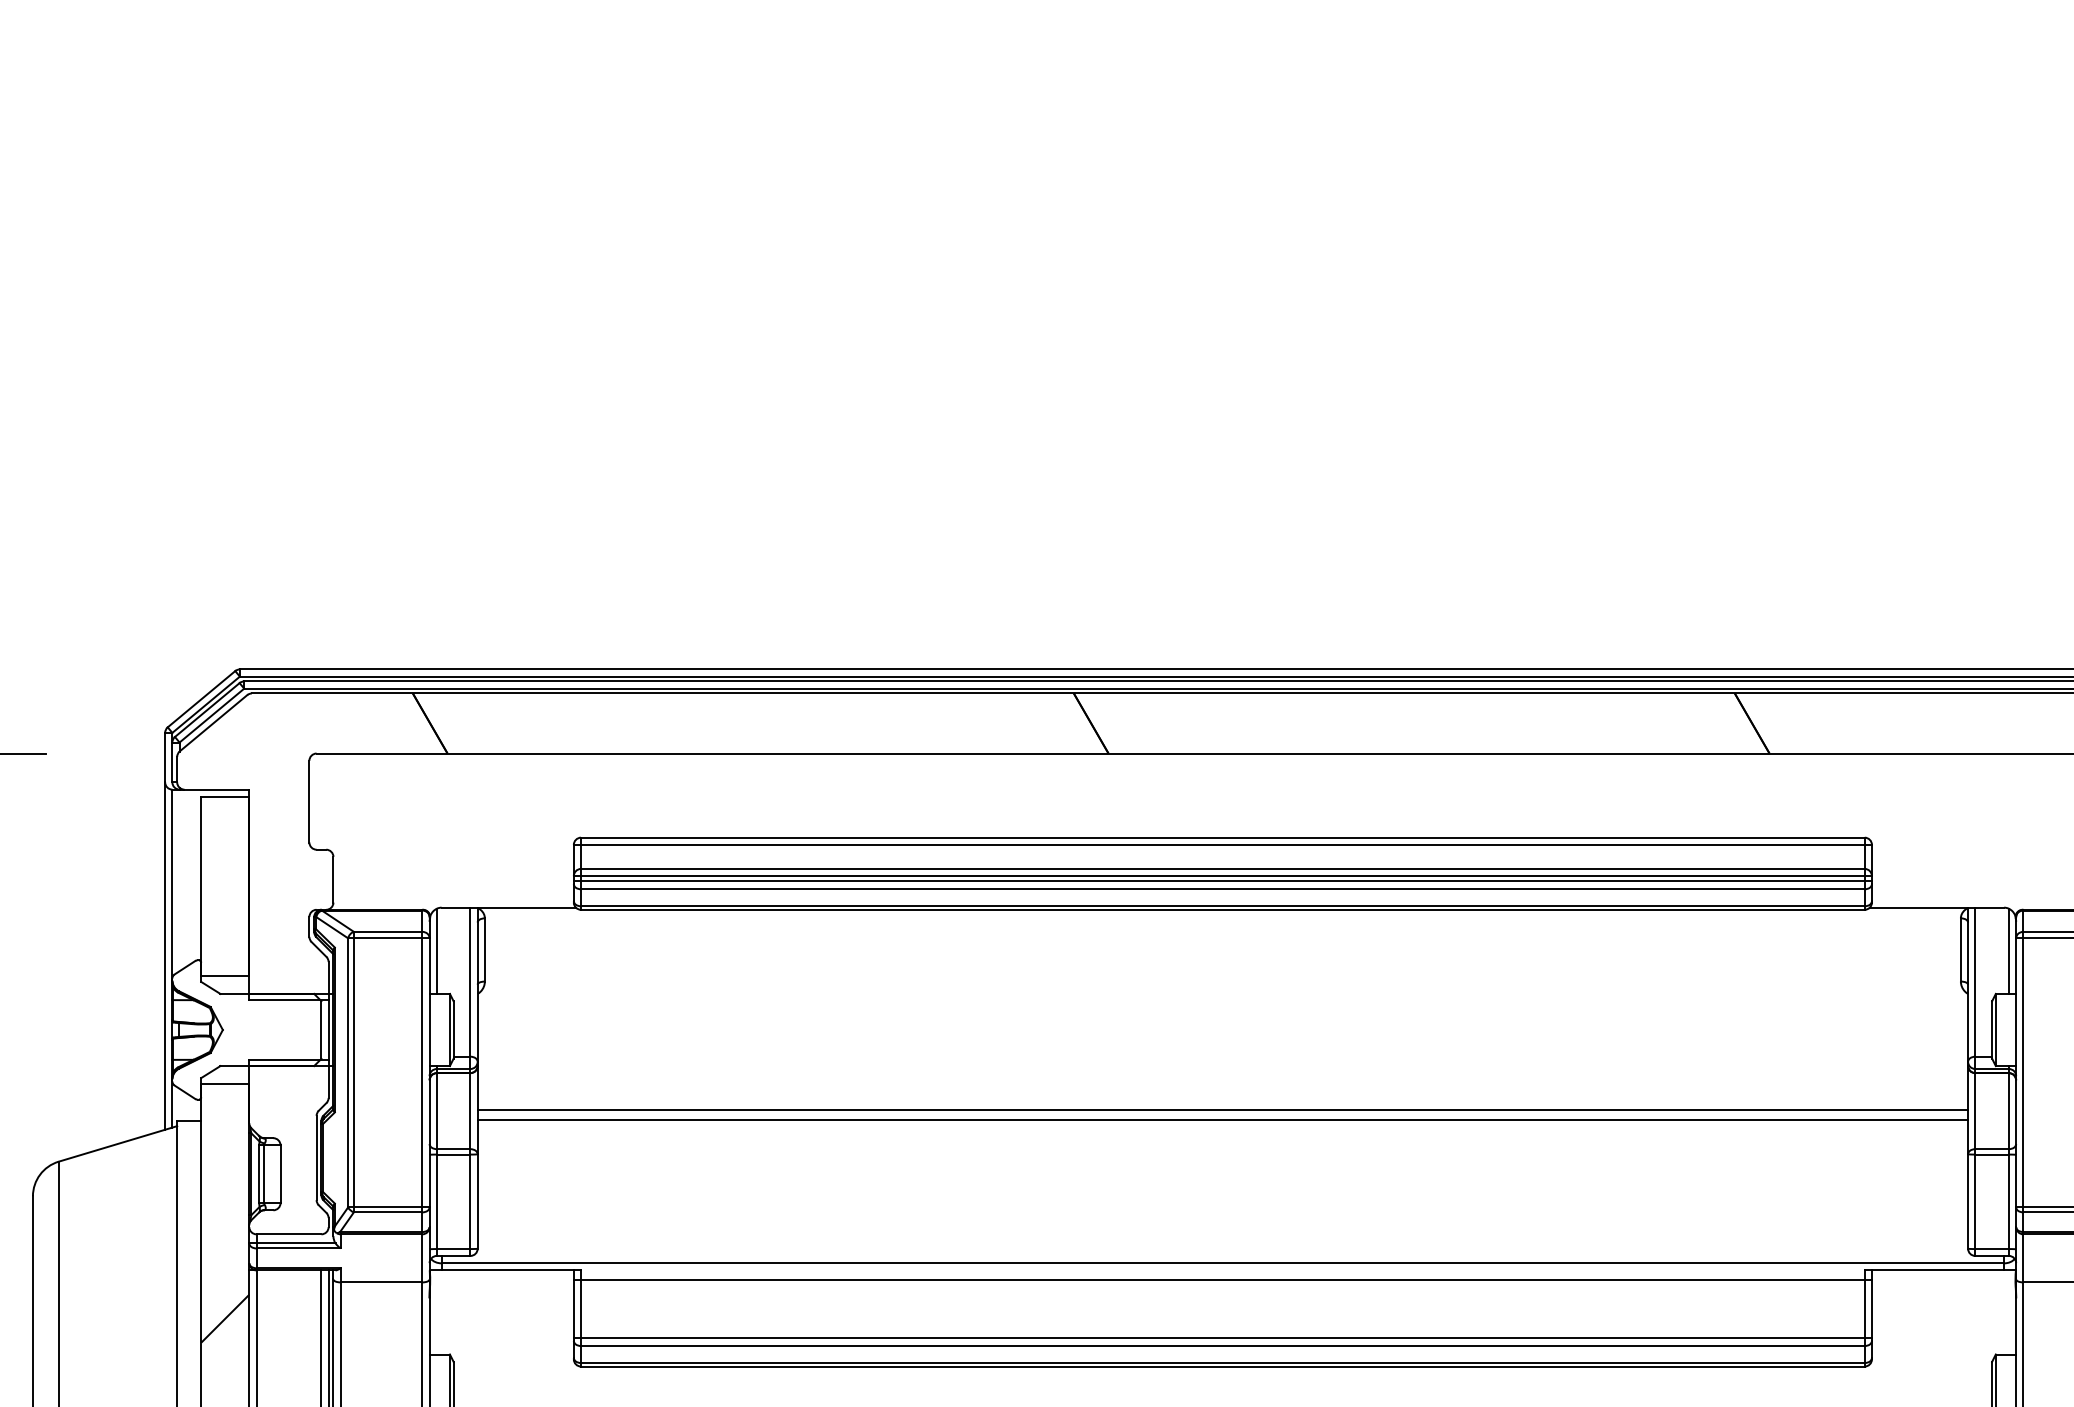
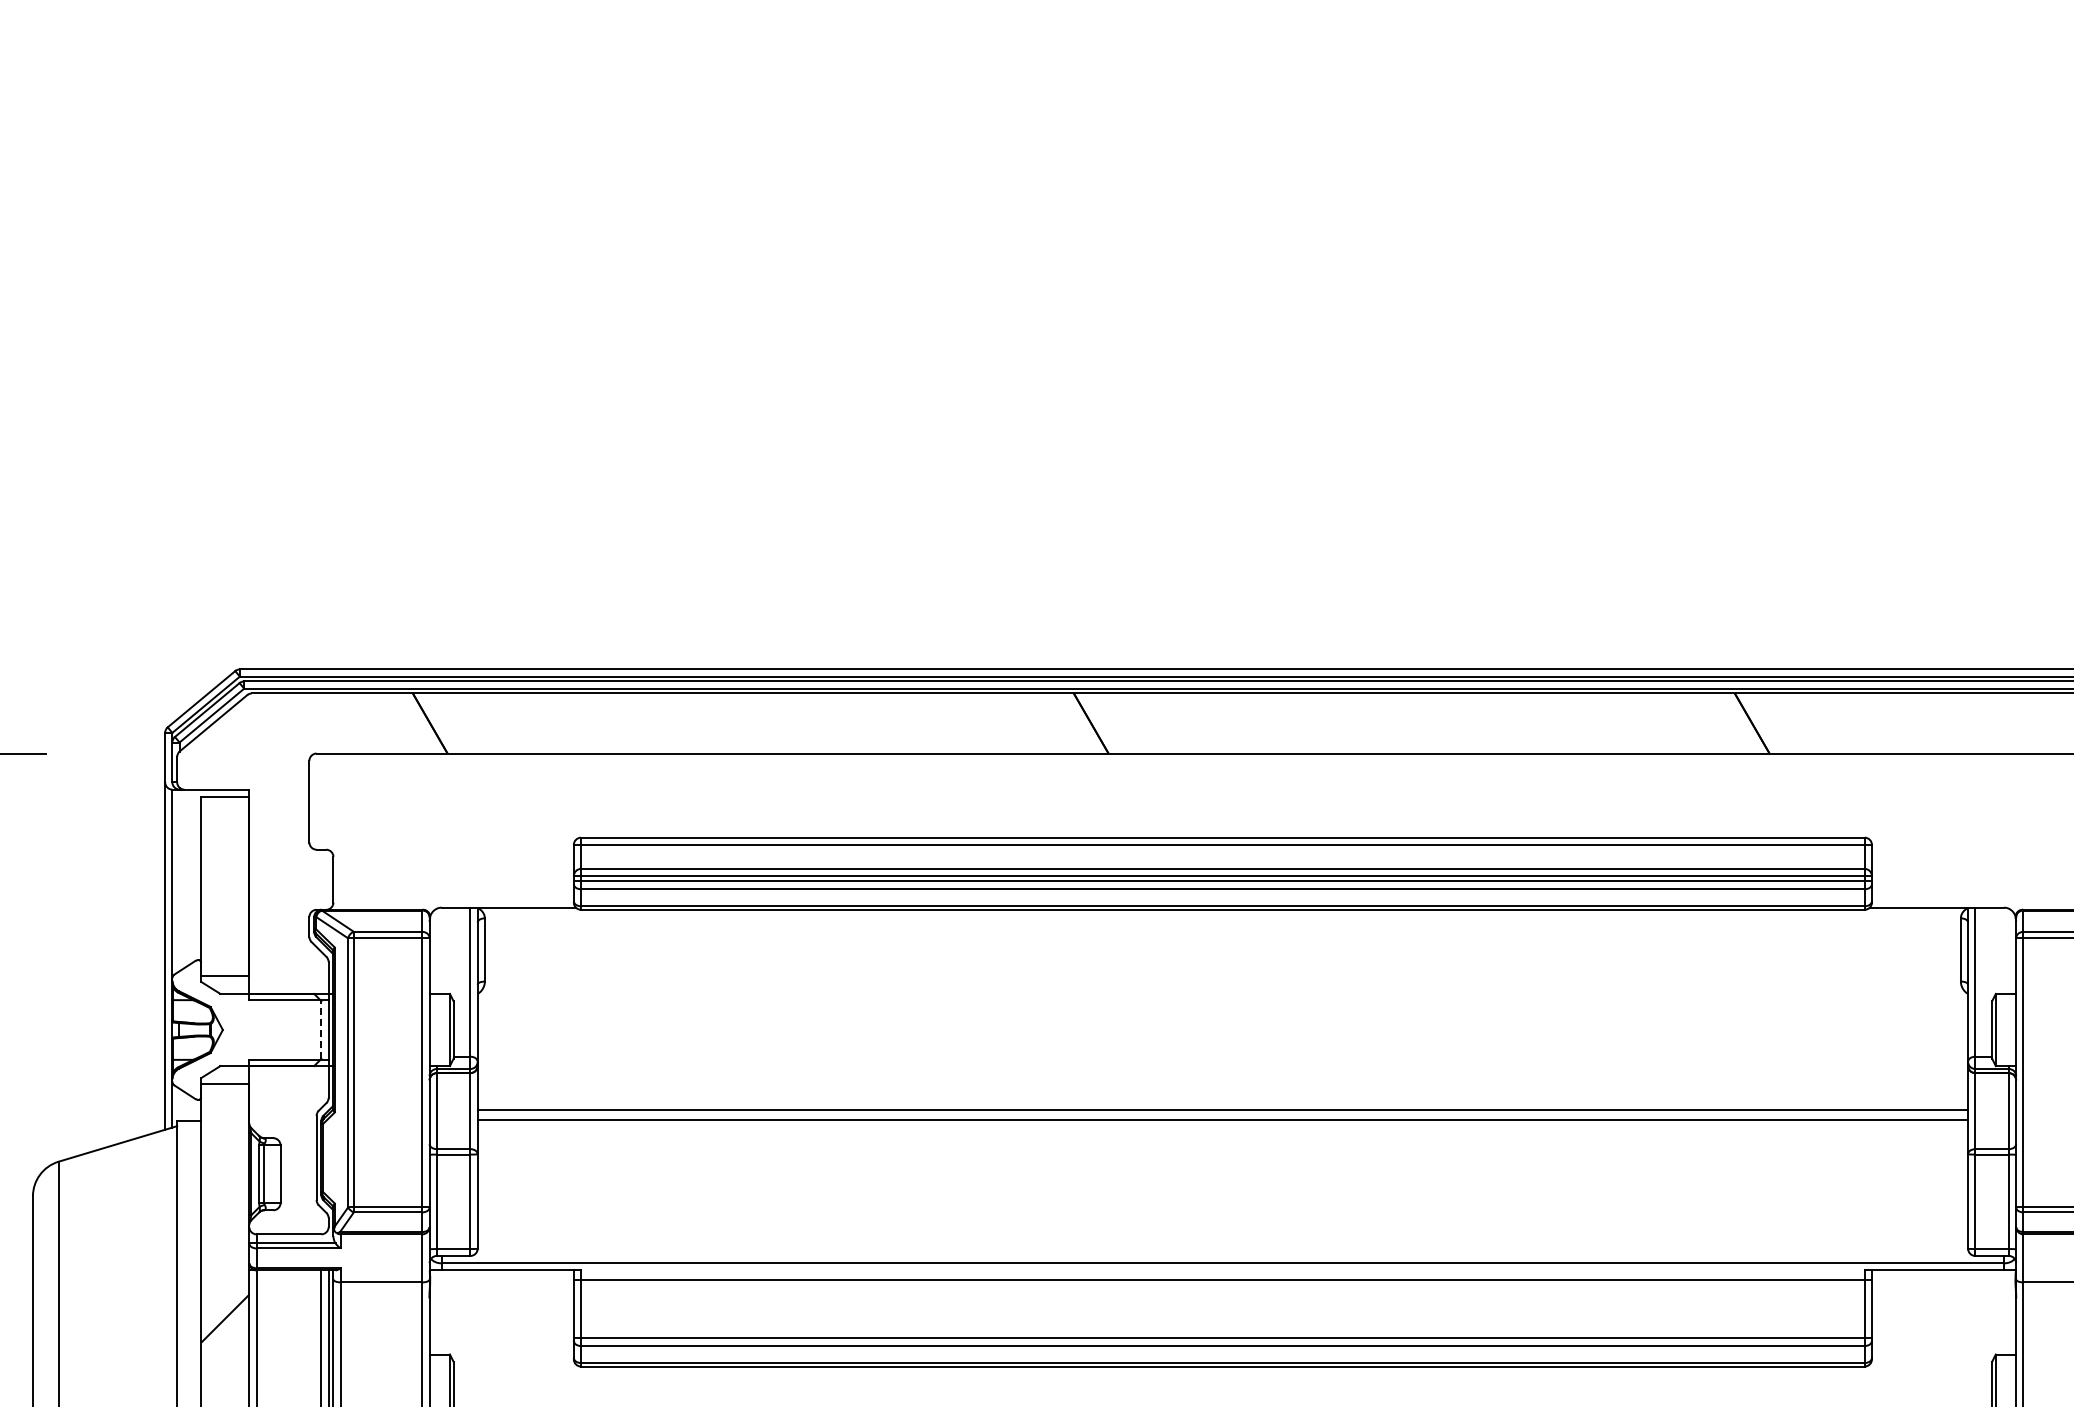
line at (436, 950): present -> none
line at (2008, 950): present -> none
line at (321, 1030): solid -> dashed
